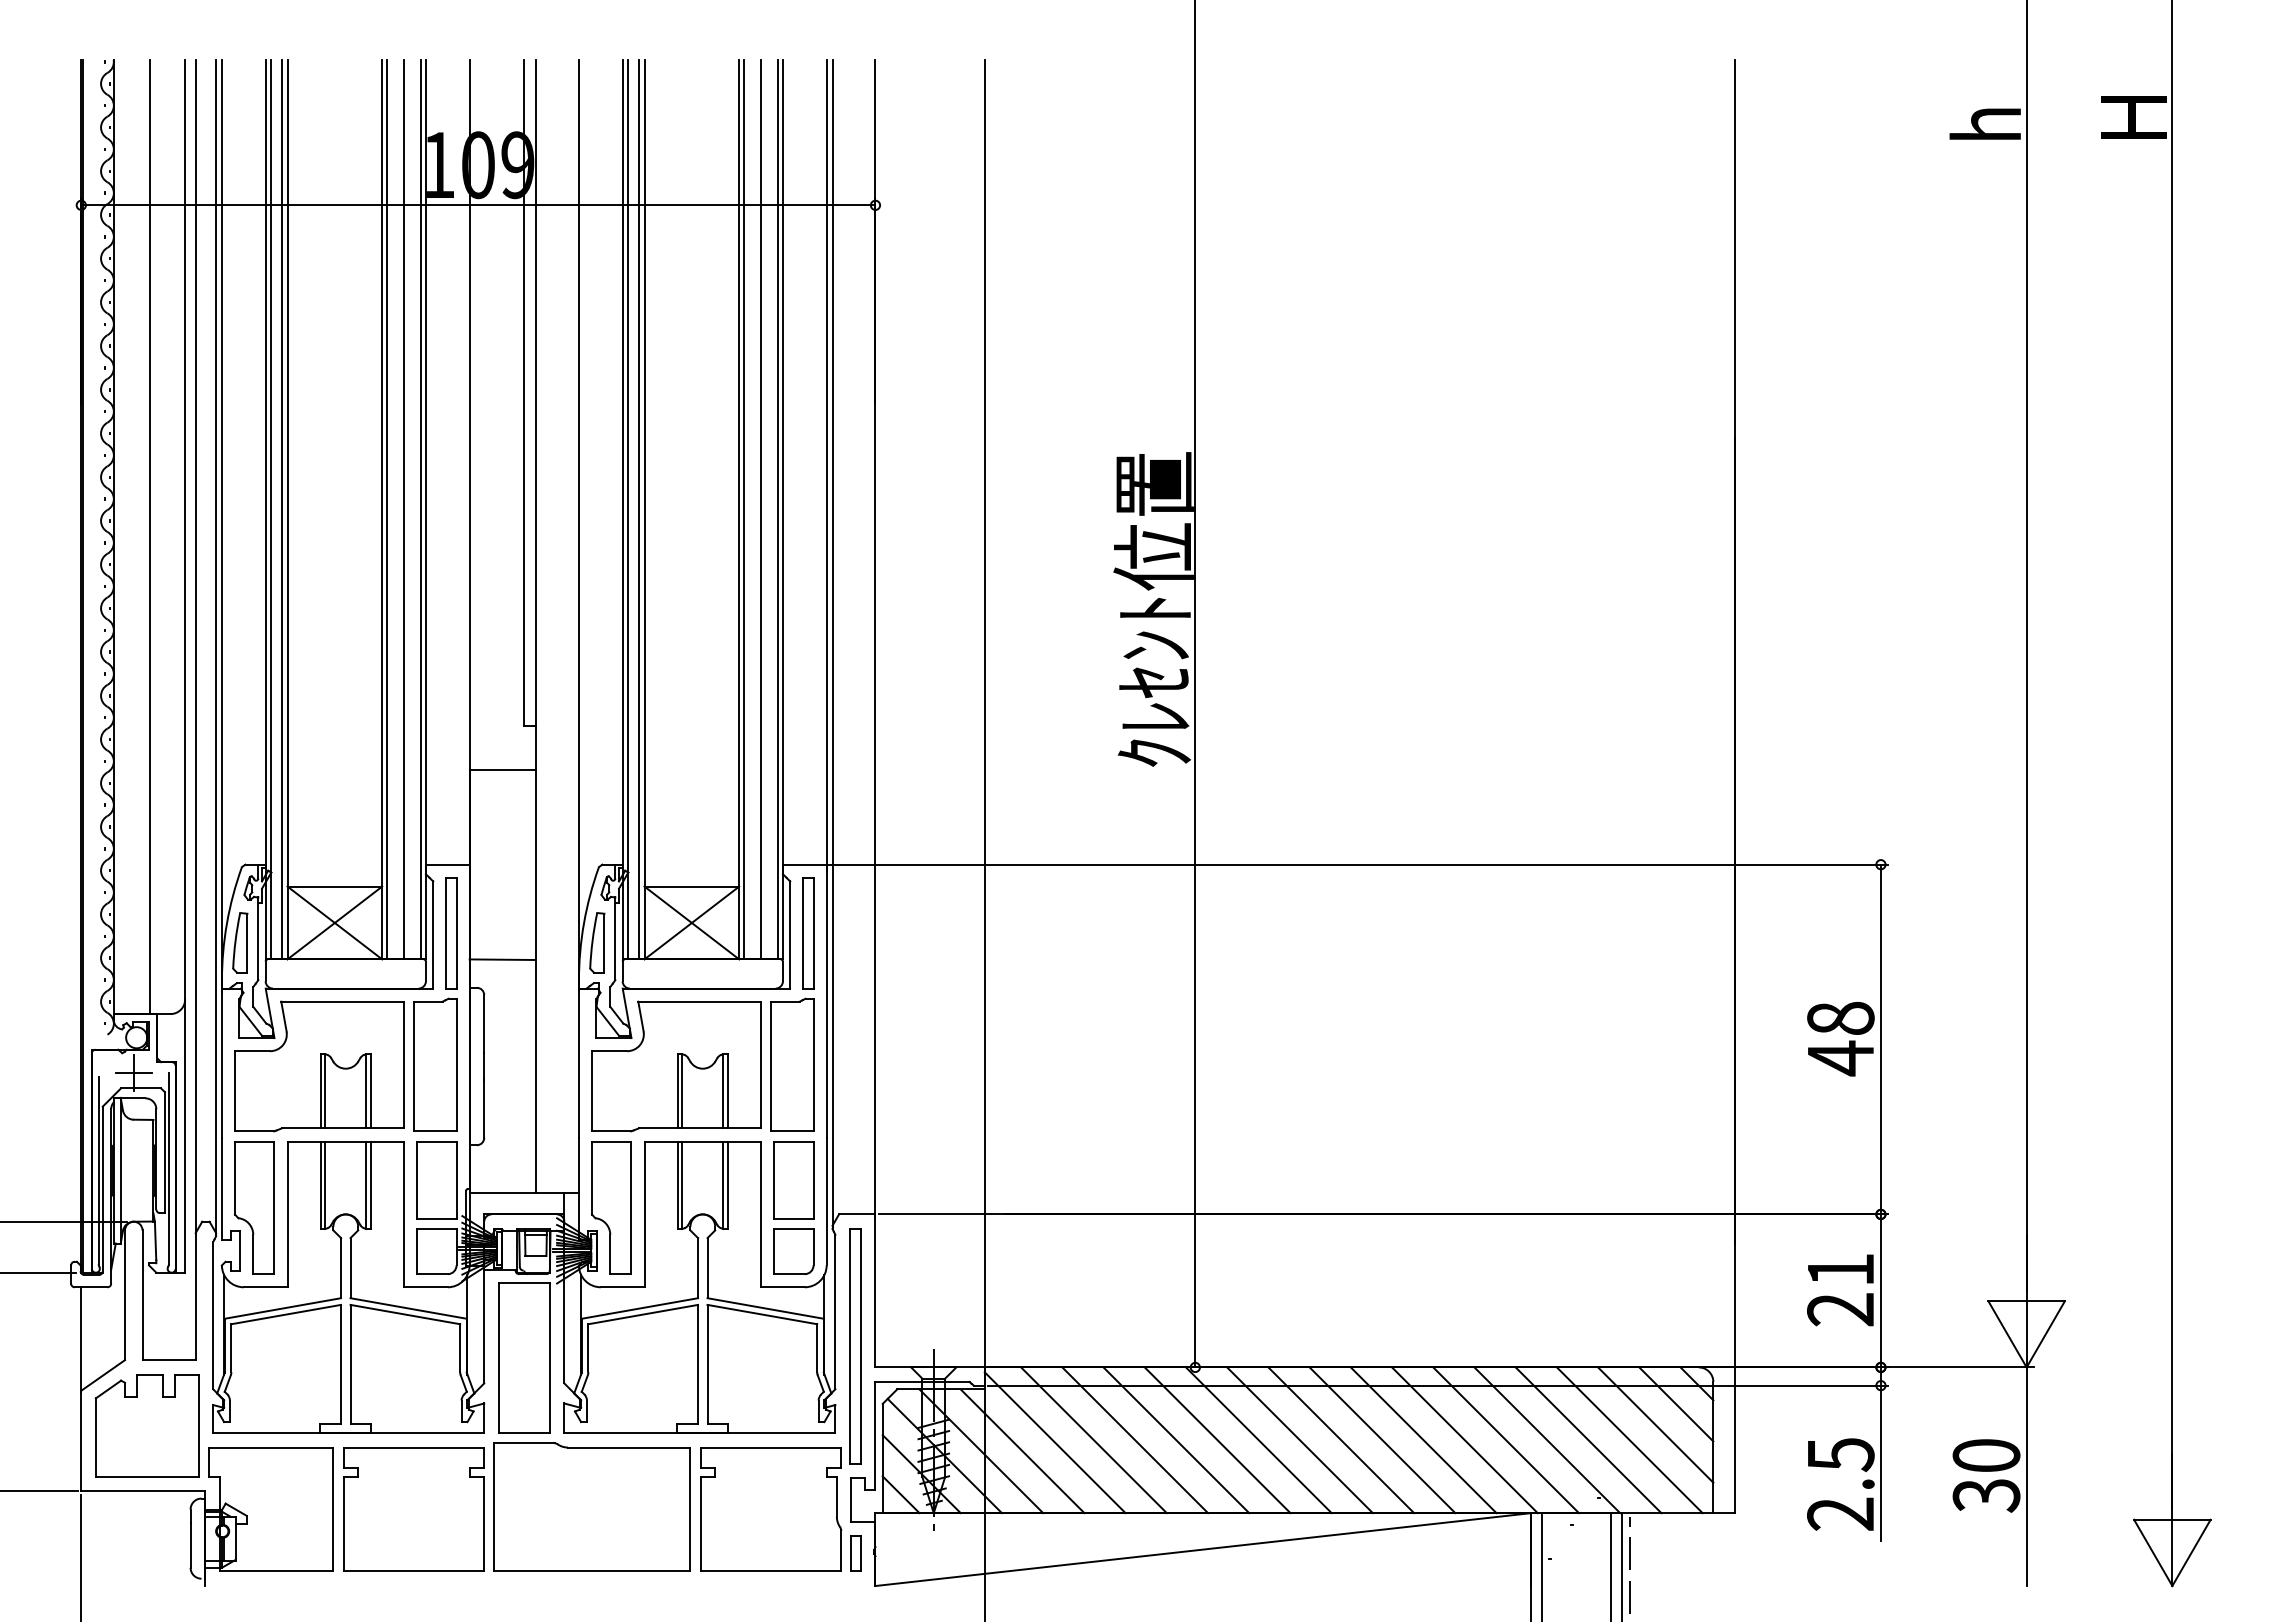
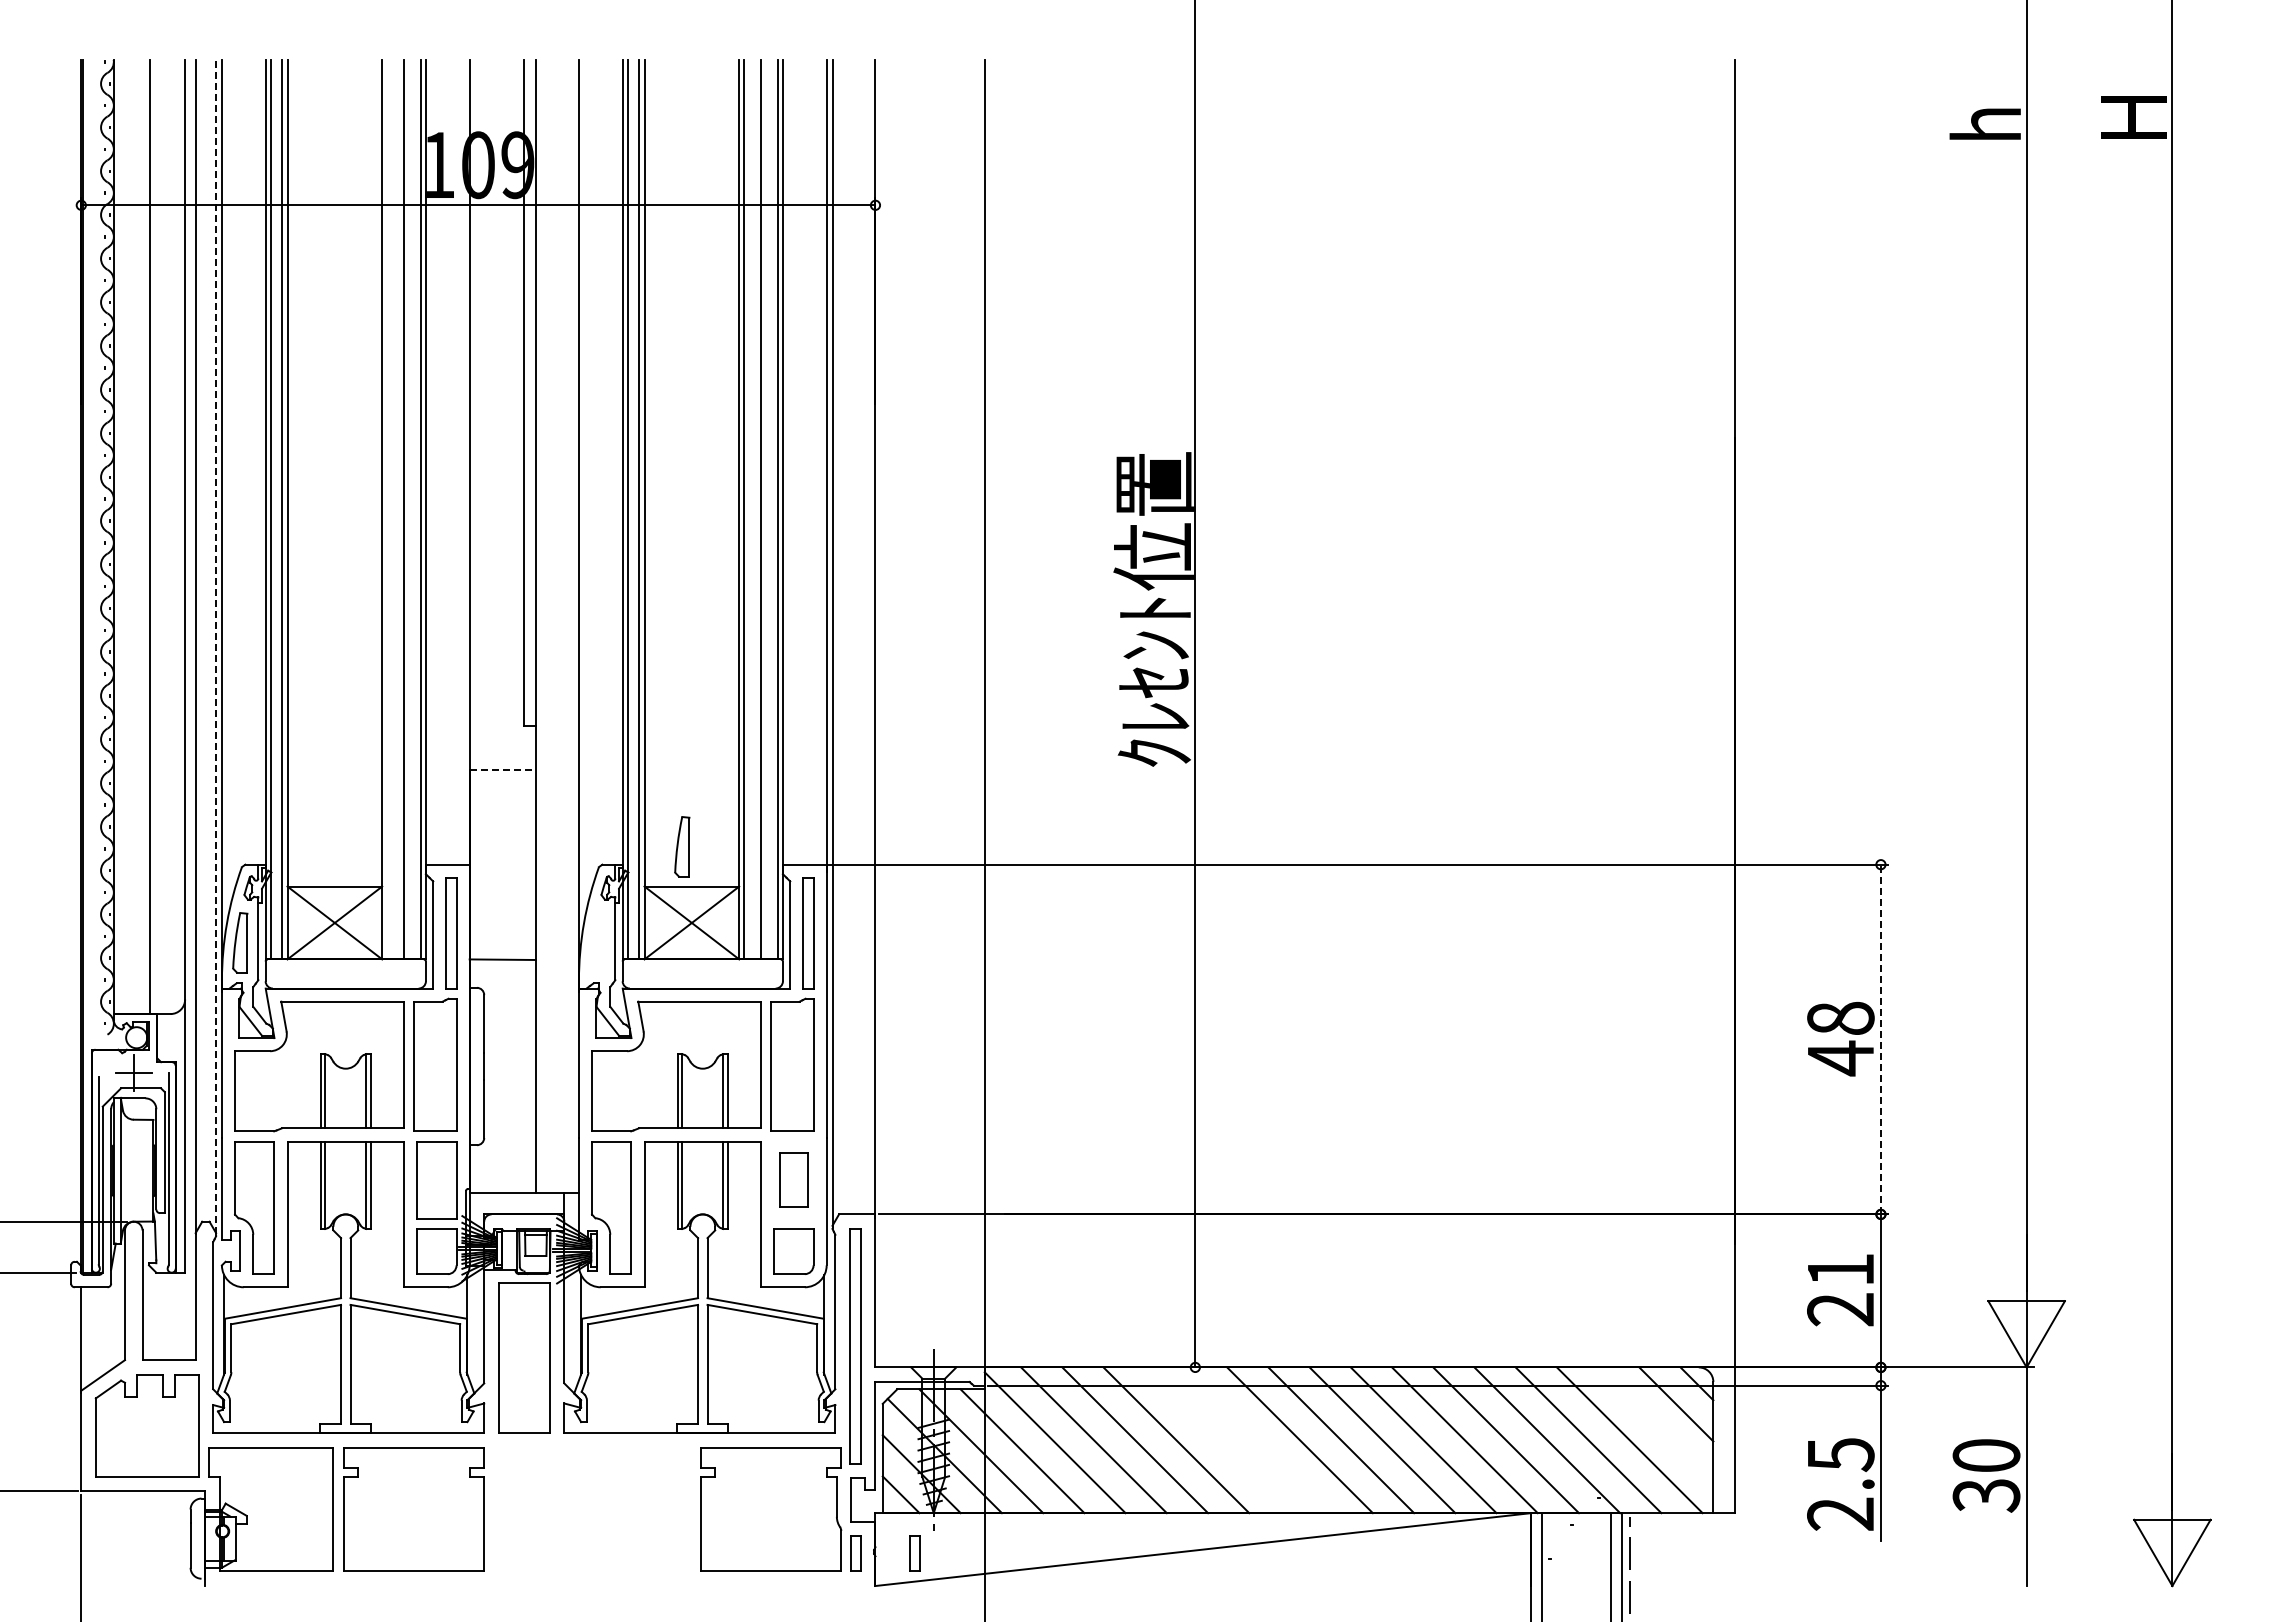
line at (387, 509): present -> none
line at (216, 646): solid -> dashed
line at (503, 769): solid -> dashed
part at (597, 942) position: (597, 942) -> (682, 846)
line at (1880, 1039): solid -> dashed
part at (793, 1180) size: 42x79 px -> 30x56 px
line at (1655, 1424): present -> none
line at (1217, 1440): present -> none
line at (1258, 1440): present -> none
part at (591, 1506): present -> none
part at (914, 1553): none -> present
